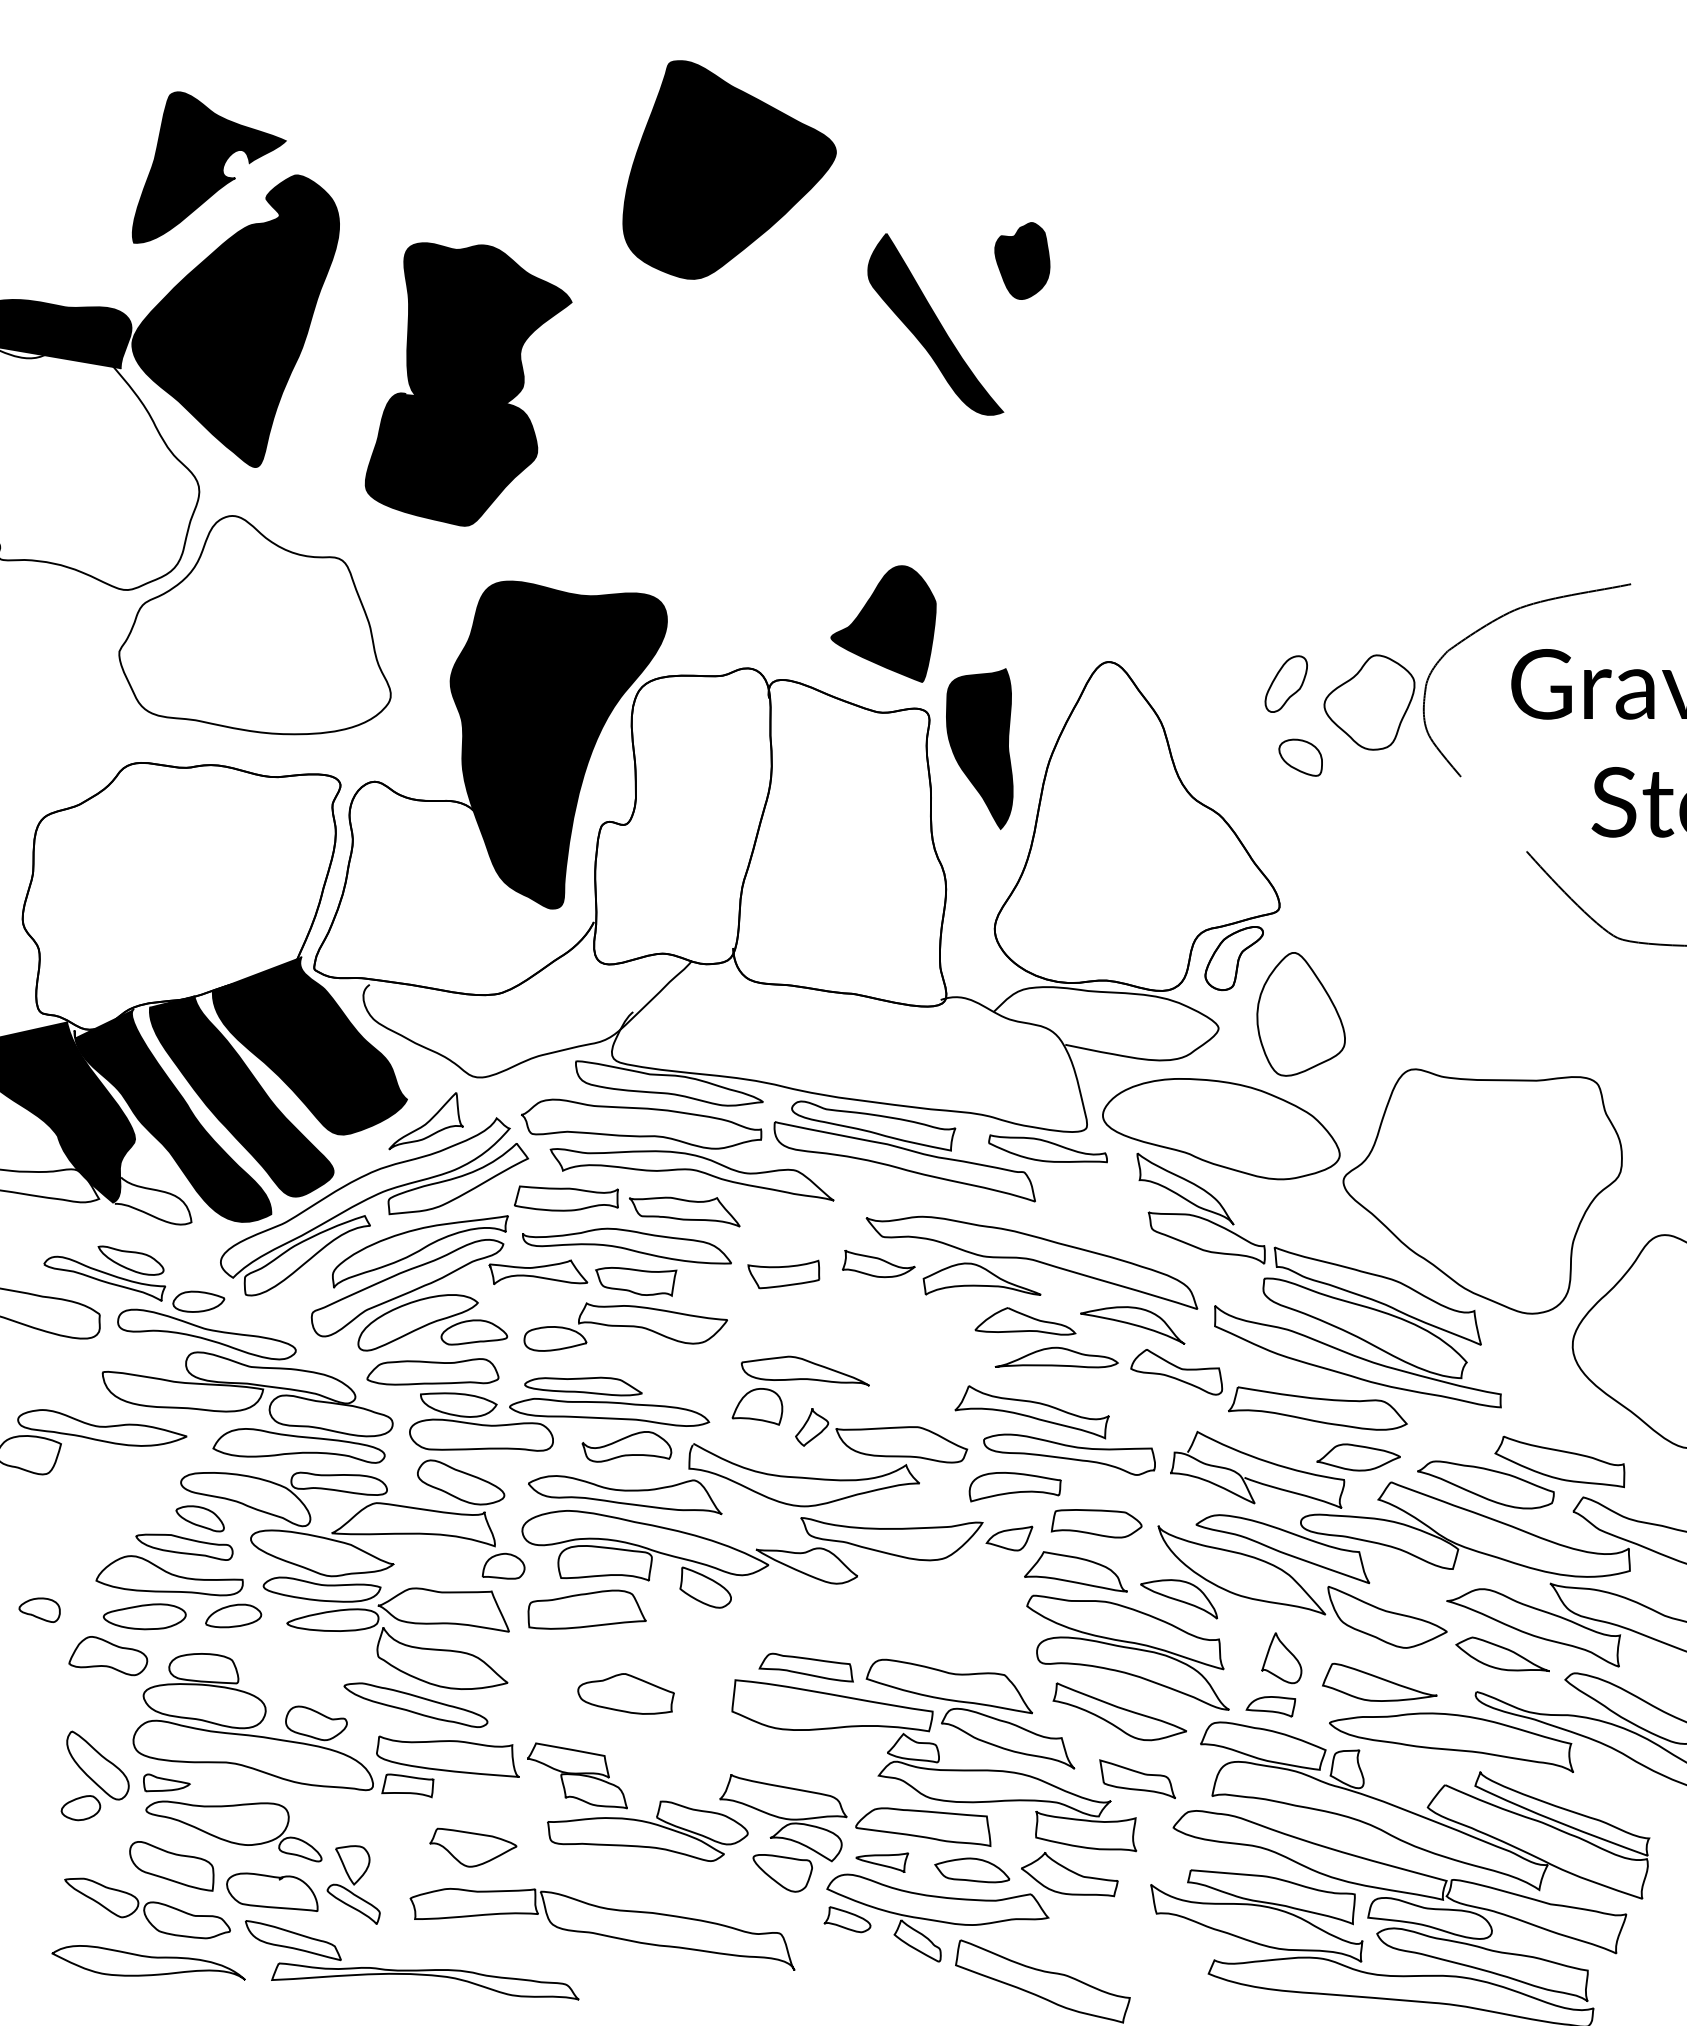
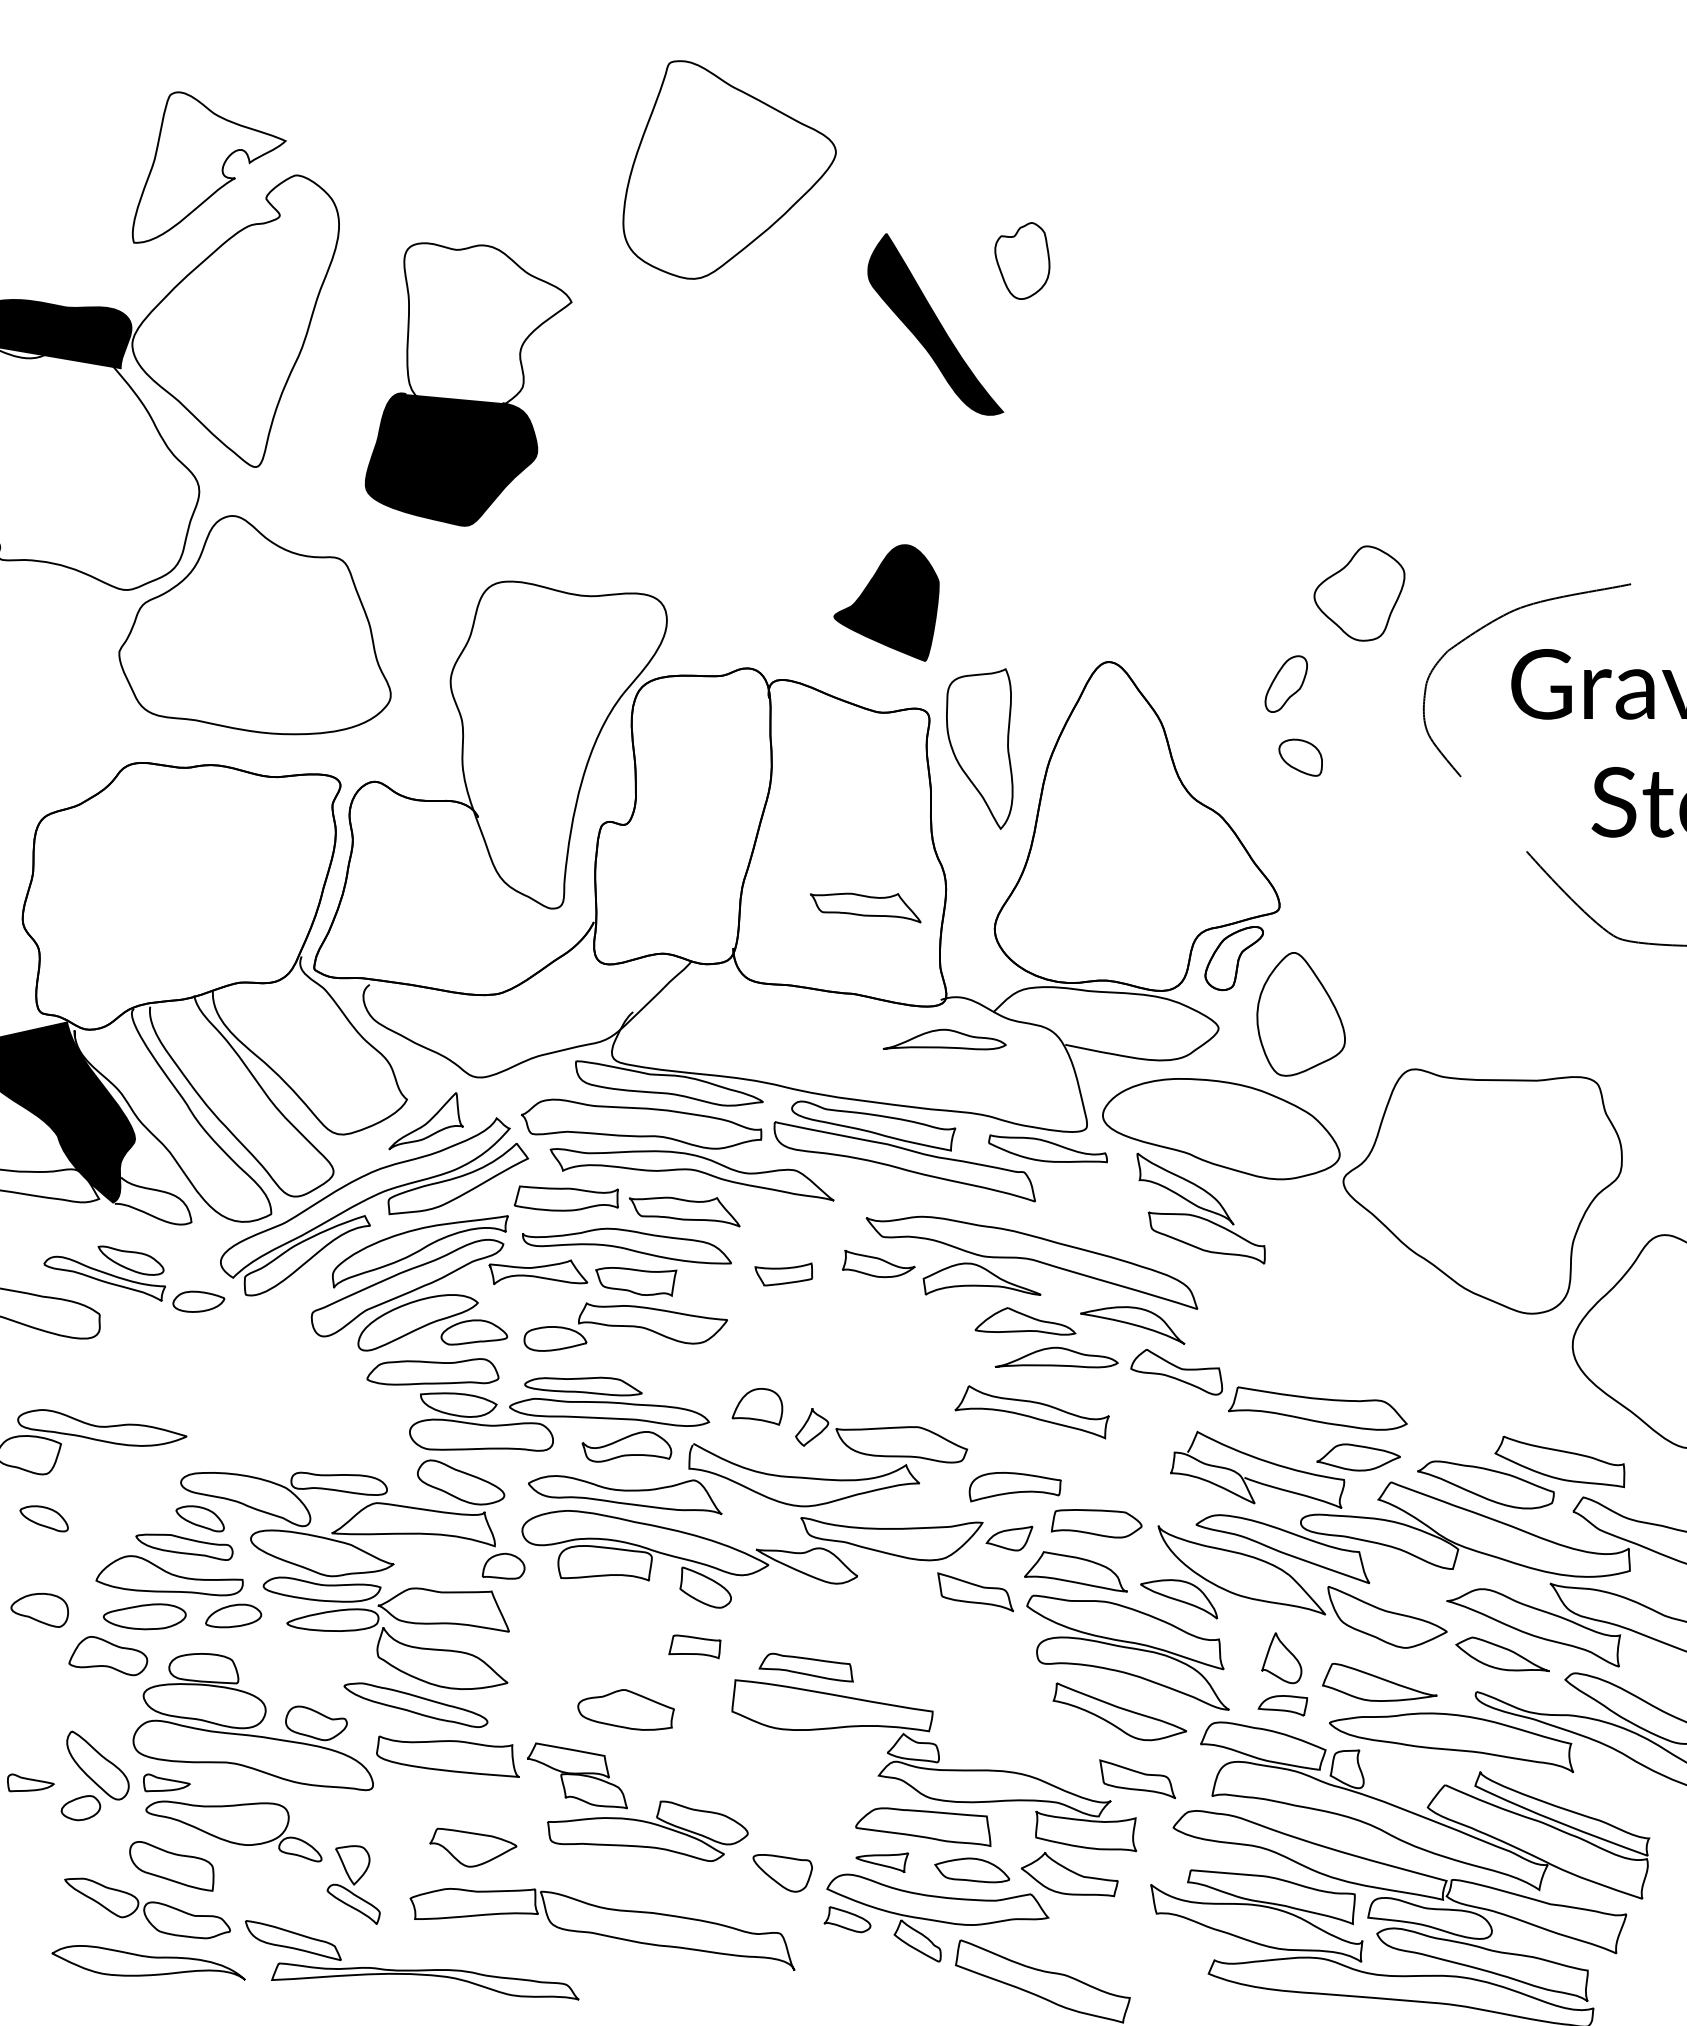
fill at (208, 167): present -> none
fill at (729, 169): present -> none
fill at (1022, 260): present -> none
fill at (235, 321): present -> none
fill at (487, 333): present -> none
part at (883, 623) position: (883, 623) -> (886, 602)
part at (1369, 702) position: (1369, 702) -> (1359, 593)
fill at (558, 744): present -> none
fill at (979, 748): present -> none
part at (865, 907): none -> present
part at (944, 1039): none -> present
fill at (309, 1045): present -> none
fill at (241, 1095): present -> none
fill at (172, 1114): present -> none
part at (783, 1274) size: 74x31 px -> 60x25 px
part at (1357, 1327): present -> none
part at (804, 1370): present -> none
part at (247, 1385): present -> none
part at (1069, 1454): present -> none
part at (43, 1518): none -> present
part at (975, 1591): none -> present
part at (39, 1609) size: 43x26 px -> 59x35 px
part at (586, 1609): present -> none
part at (625, 1693) position: (625, 1693) -> (625, 1709)
part at (1270, 1706) position: (1270, 1706) -> (1282, 1705)
part at (970, 1713): present -> none
part at (30, 1782): none -> present
part at (407, 1785) position: (407, 1785) -> (694, 1646)
part at (783, 1818): present -> none
curve at (279, 1880): present -> none
